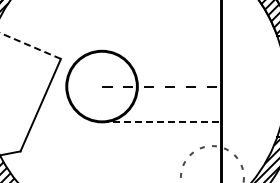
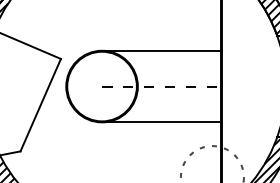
line at (30, 46): dashed -> solid
line at (161, 50): none -> present
line at (161, 122): dashed -> solid
